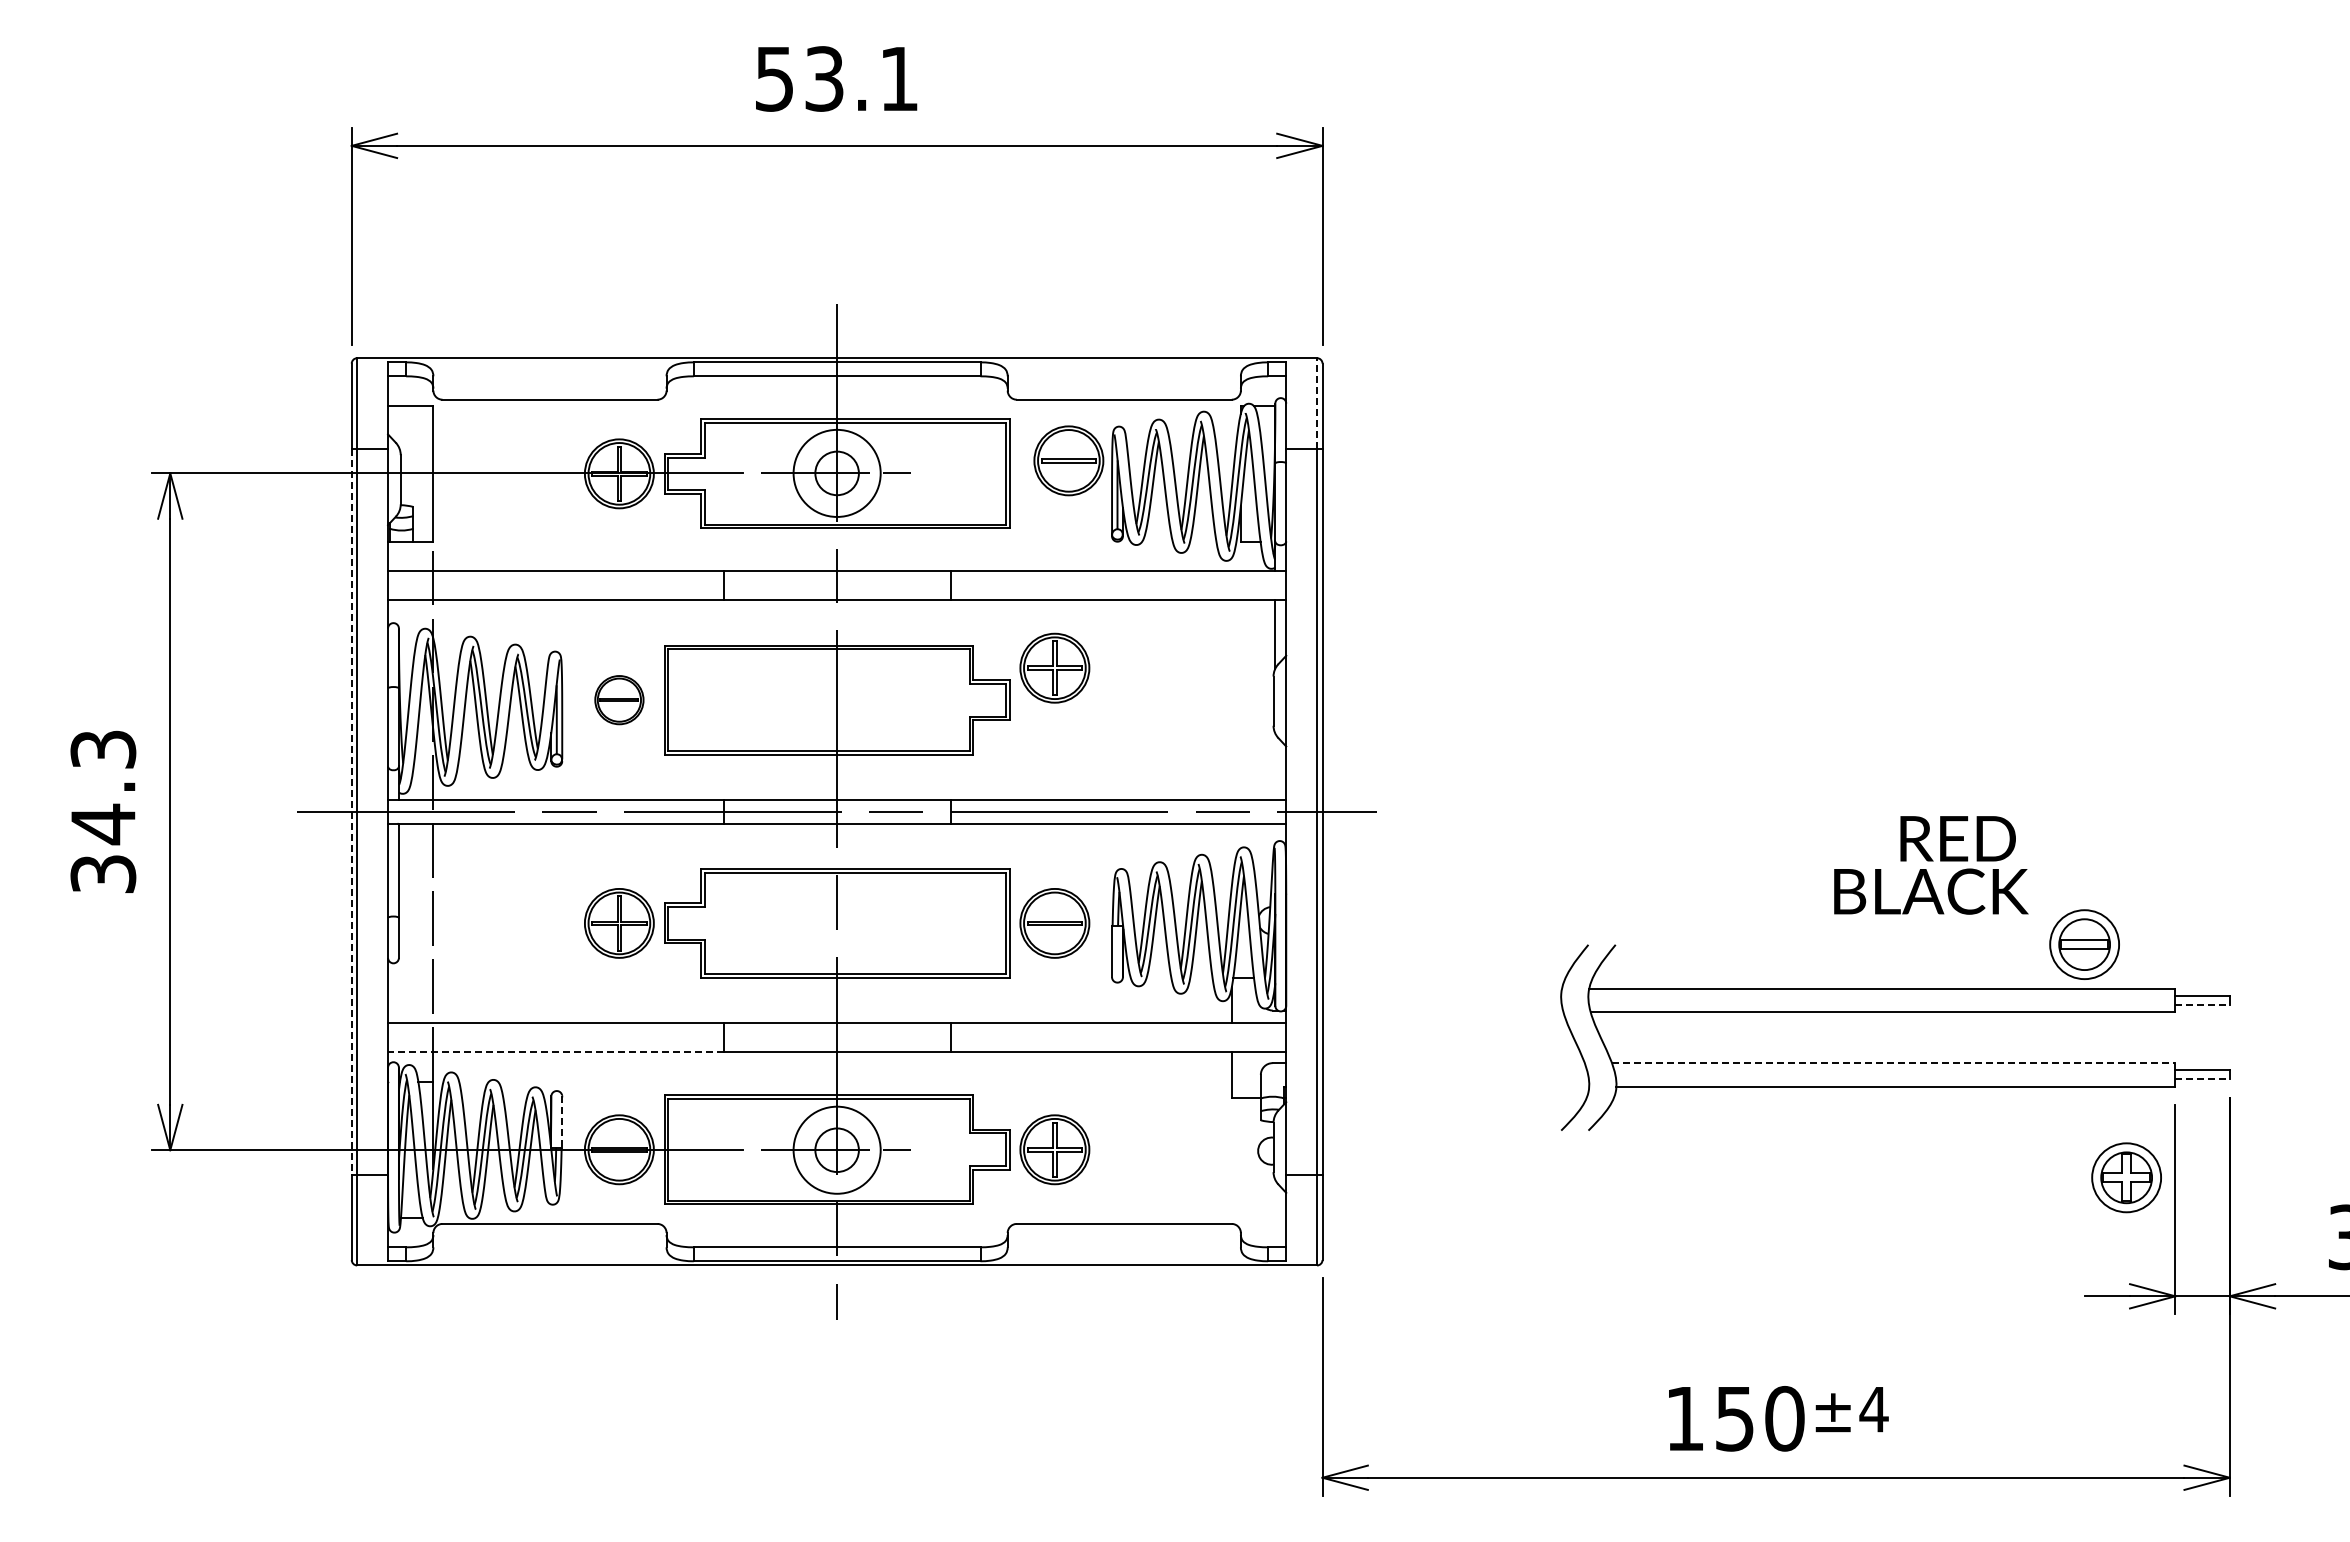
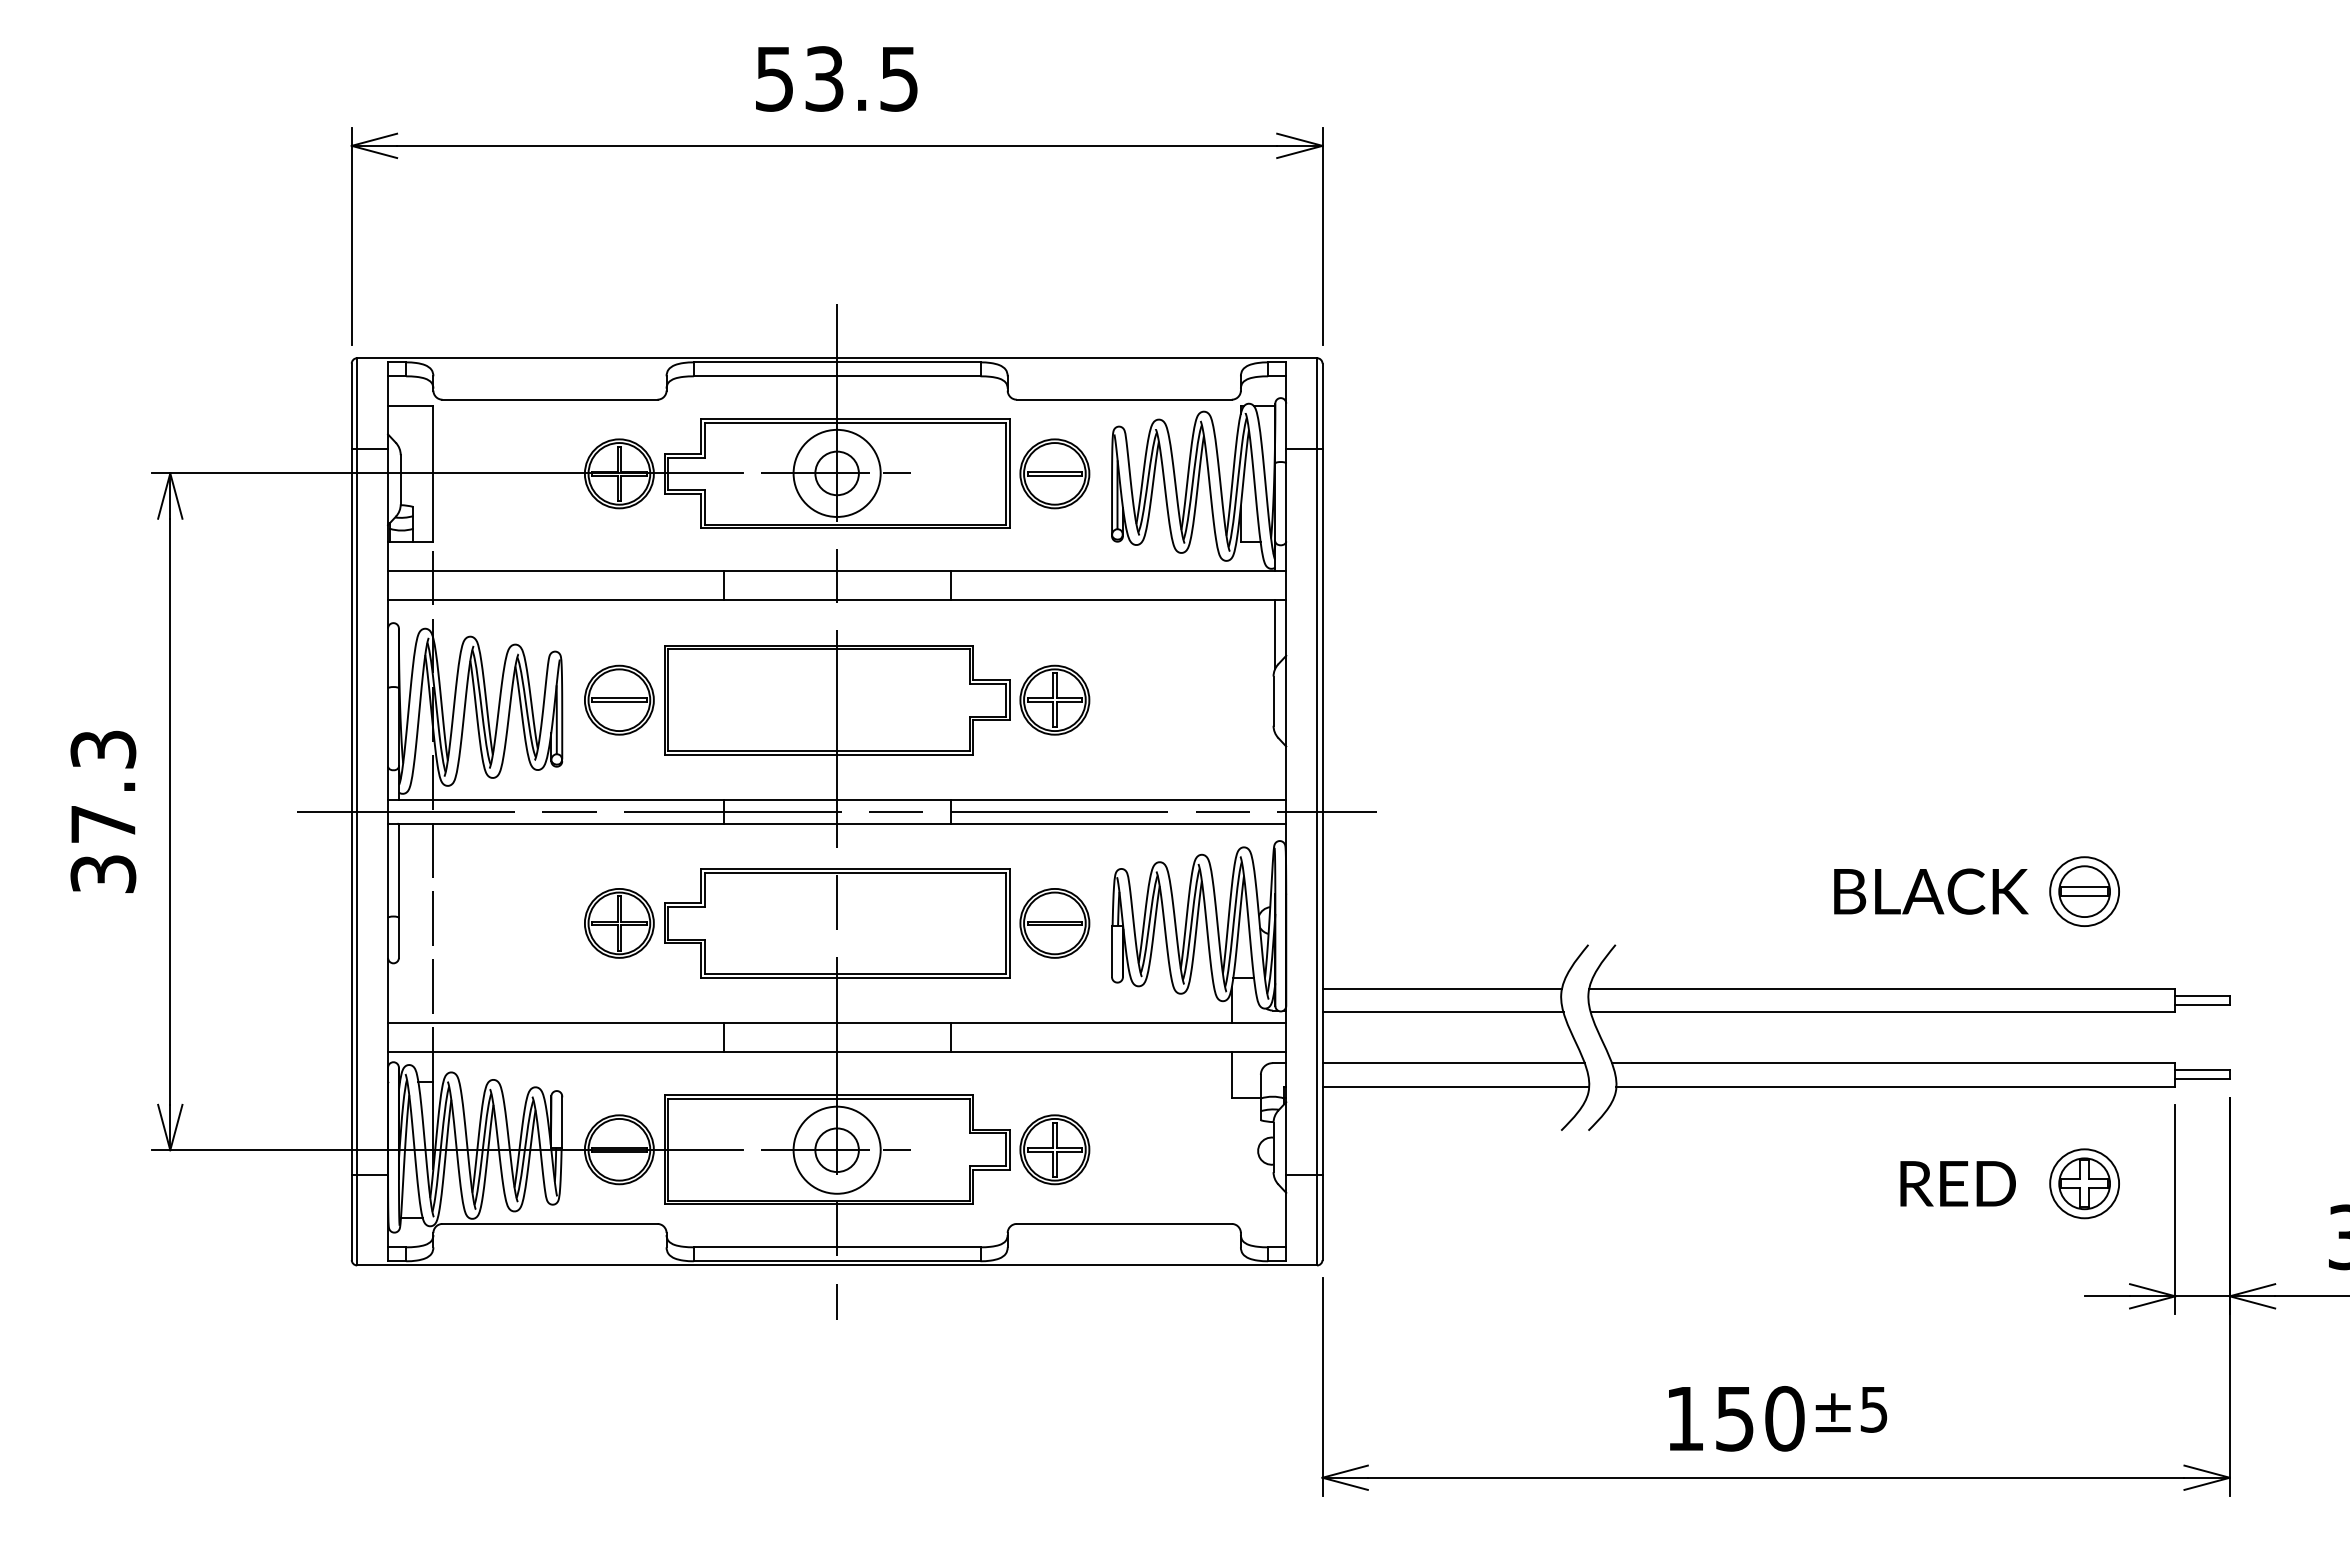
text at (898, 79): 53.1 -> 53.5
line at (1317, 403): dashed -> solid
part at (1068, 460) position: (1068, 460) -> (1054, 473)
part at (1054, 667) position: (1054, 667) -> (1054, 699)
part at (619, 700) size: 51x51 px -> 71x72 px
line at (351, 811): dashed -> solid
text at (103, 824): 34.3 -> 37.3
text at (1957, 838) position: (1957, 838) -> (1957, 1183)
part at (2084, 944) position: (2084, 944) -> (2084, 891)
line at (1442, 988): none -> present
line at (2203, 1005): dashed -> solid
line at (1442, 1012): none -> present
line at (555, 1052): dashed -> solid
line at (1453, 1063): none -> present
line at (1893, 1063): dashed -> solid
line at (2203, 1079): dashed -> solid
line at (1455, 1086): none -> present
line at (562, 1122): dashed -> solid
part at (2126, 1177) position: (2126, 1177) -> (2084, 1183)
text at (1873, 1409): ±4 -> ±5
